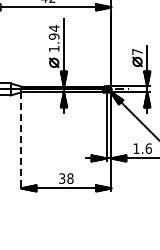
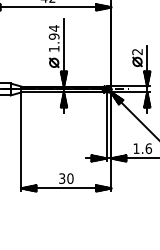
text at (137, 52): 7 -> 2
line at (21, 142): dashed -> solid
text at (70, 178): 38 -> 30
